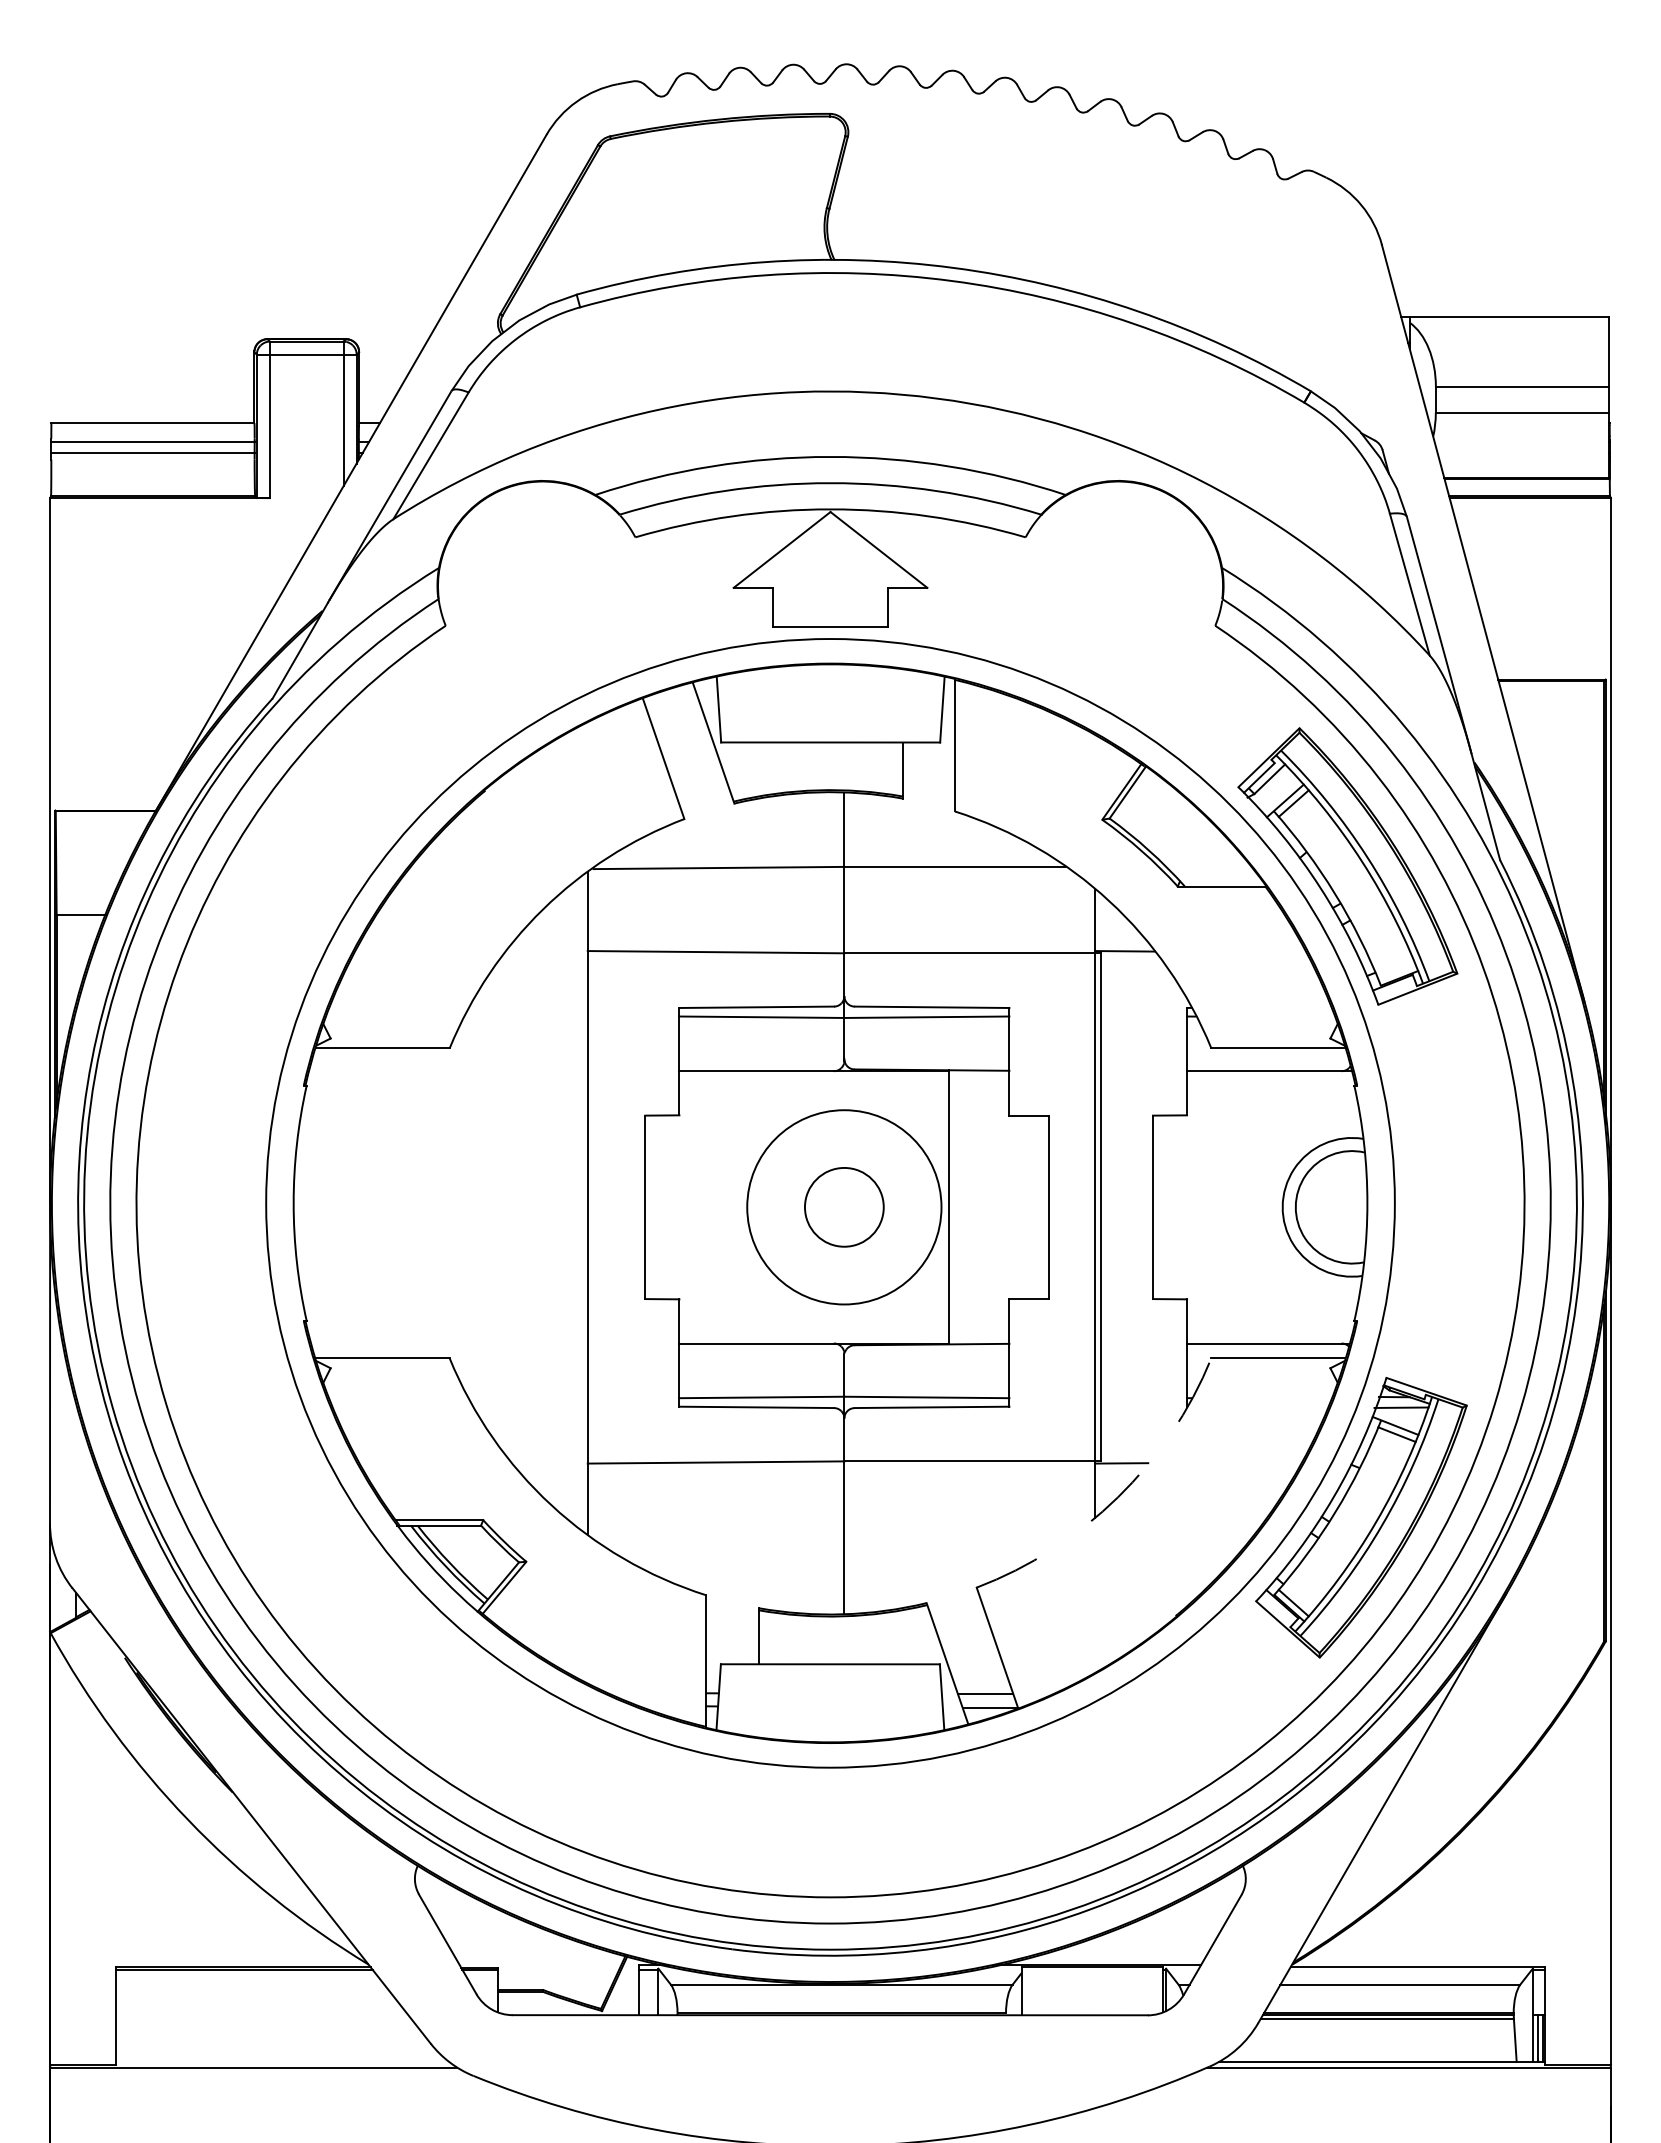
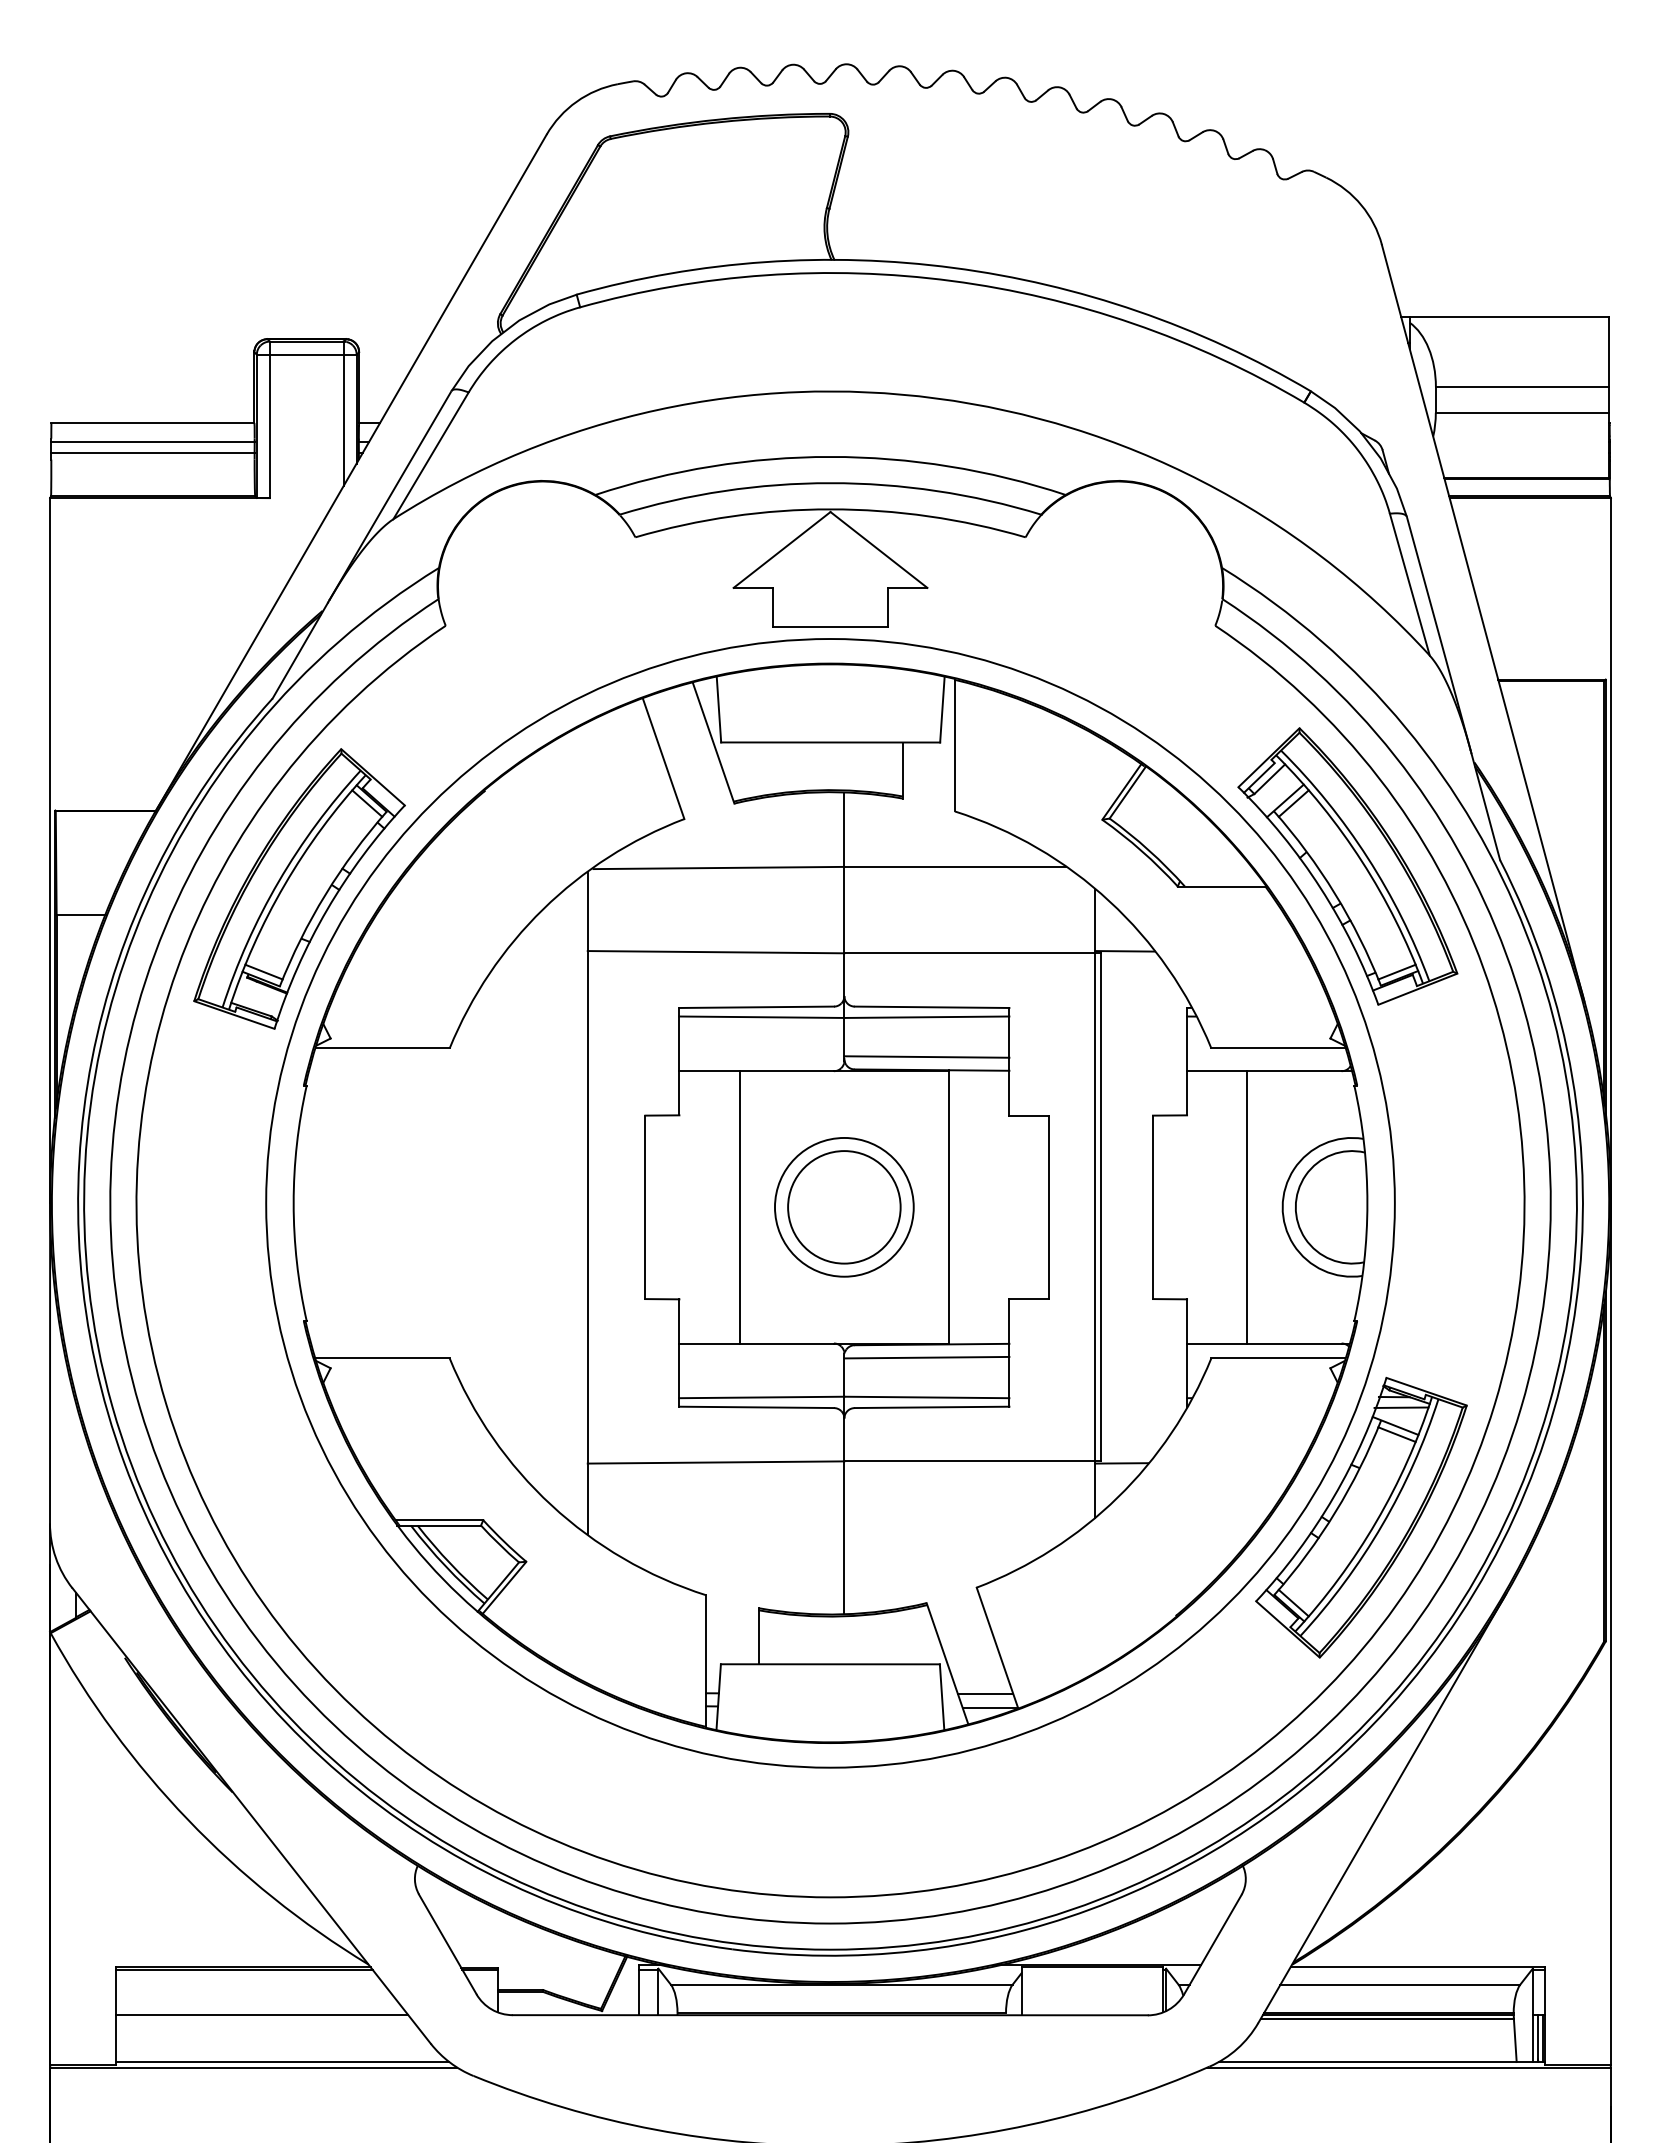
part at (299, 888): none -> present
line at (1396, 971): none -> present
line at (926, 1056): none -> present
circle at (843, 1206) diameter: 79 px -> 113 px
line at (739, 1207): none -> present
circle at (844, 1207) diameter: 194 px -> 139 px
line at (1247, 1207): none -> present
line at (926, 1357): none -> present
arc at (1117, 1497): dashed -> solid
line at (261, 2015): none -> present
line at (282, 2062): none -> present
